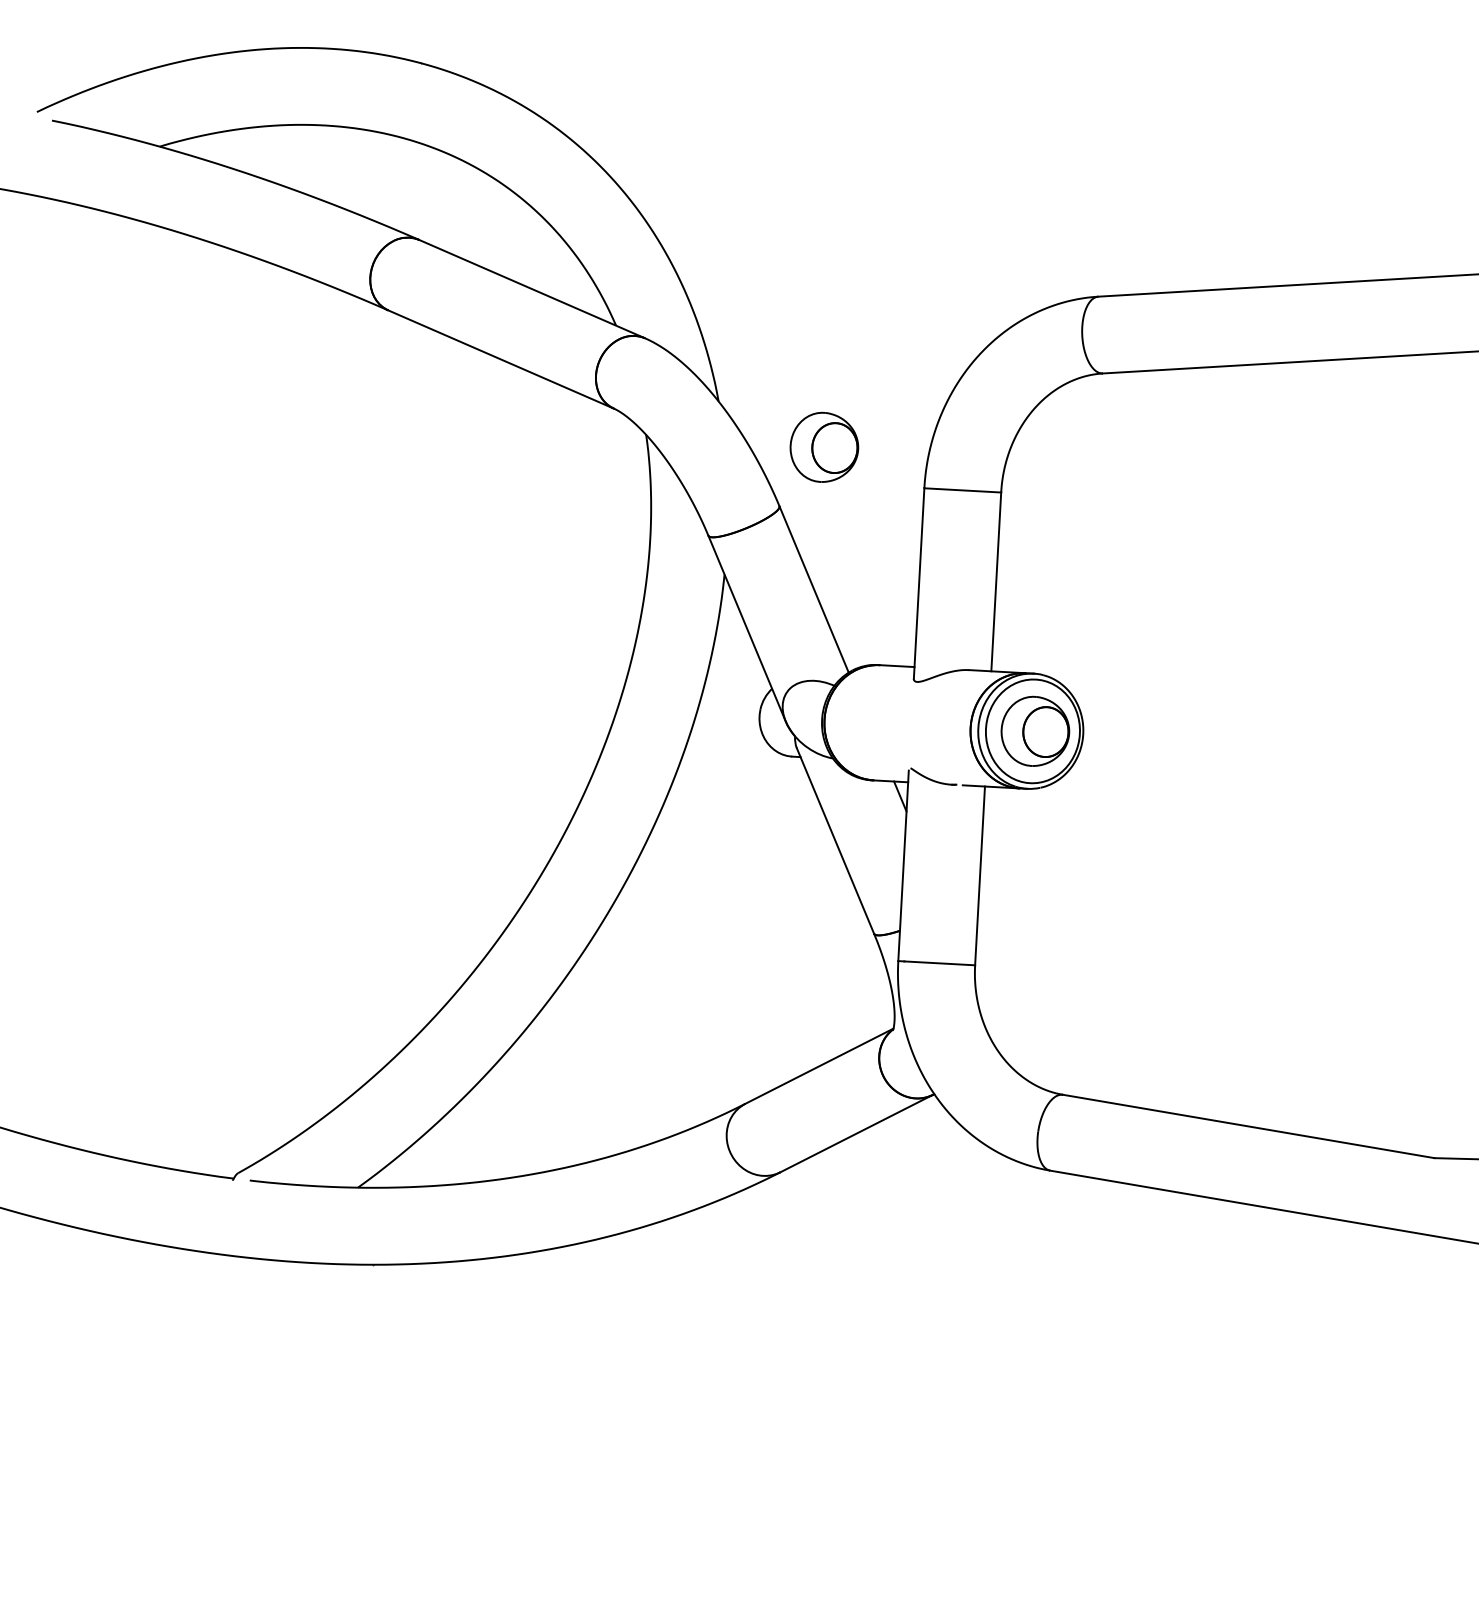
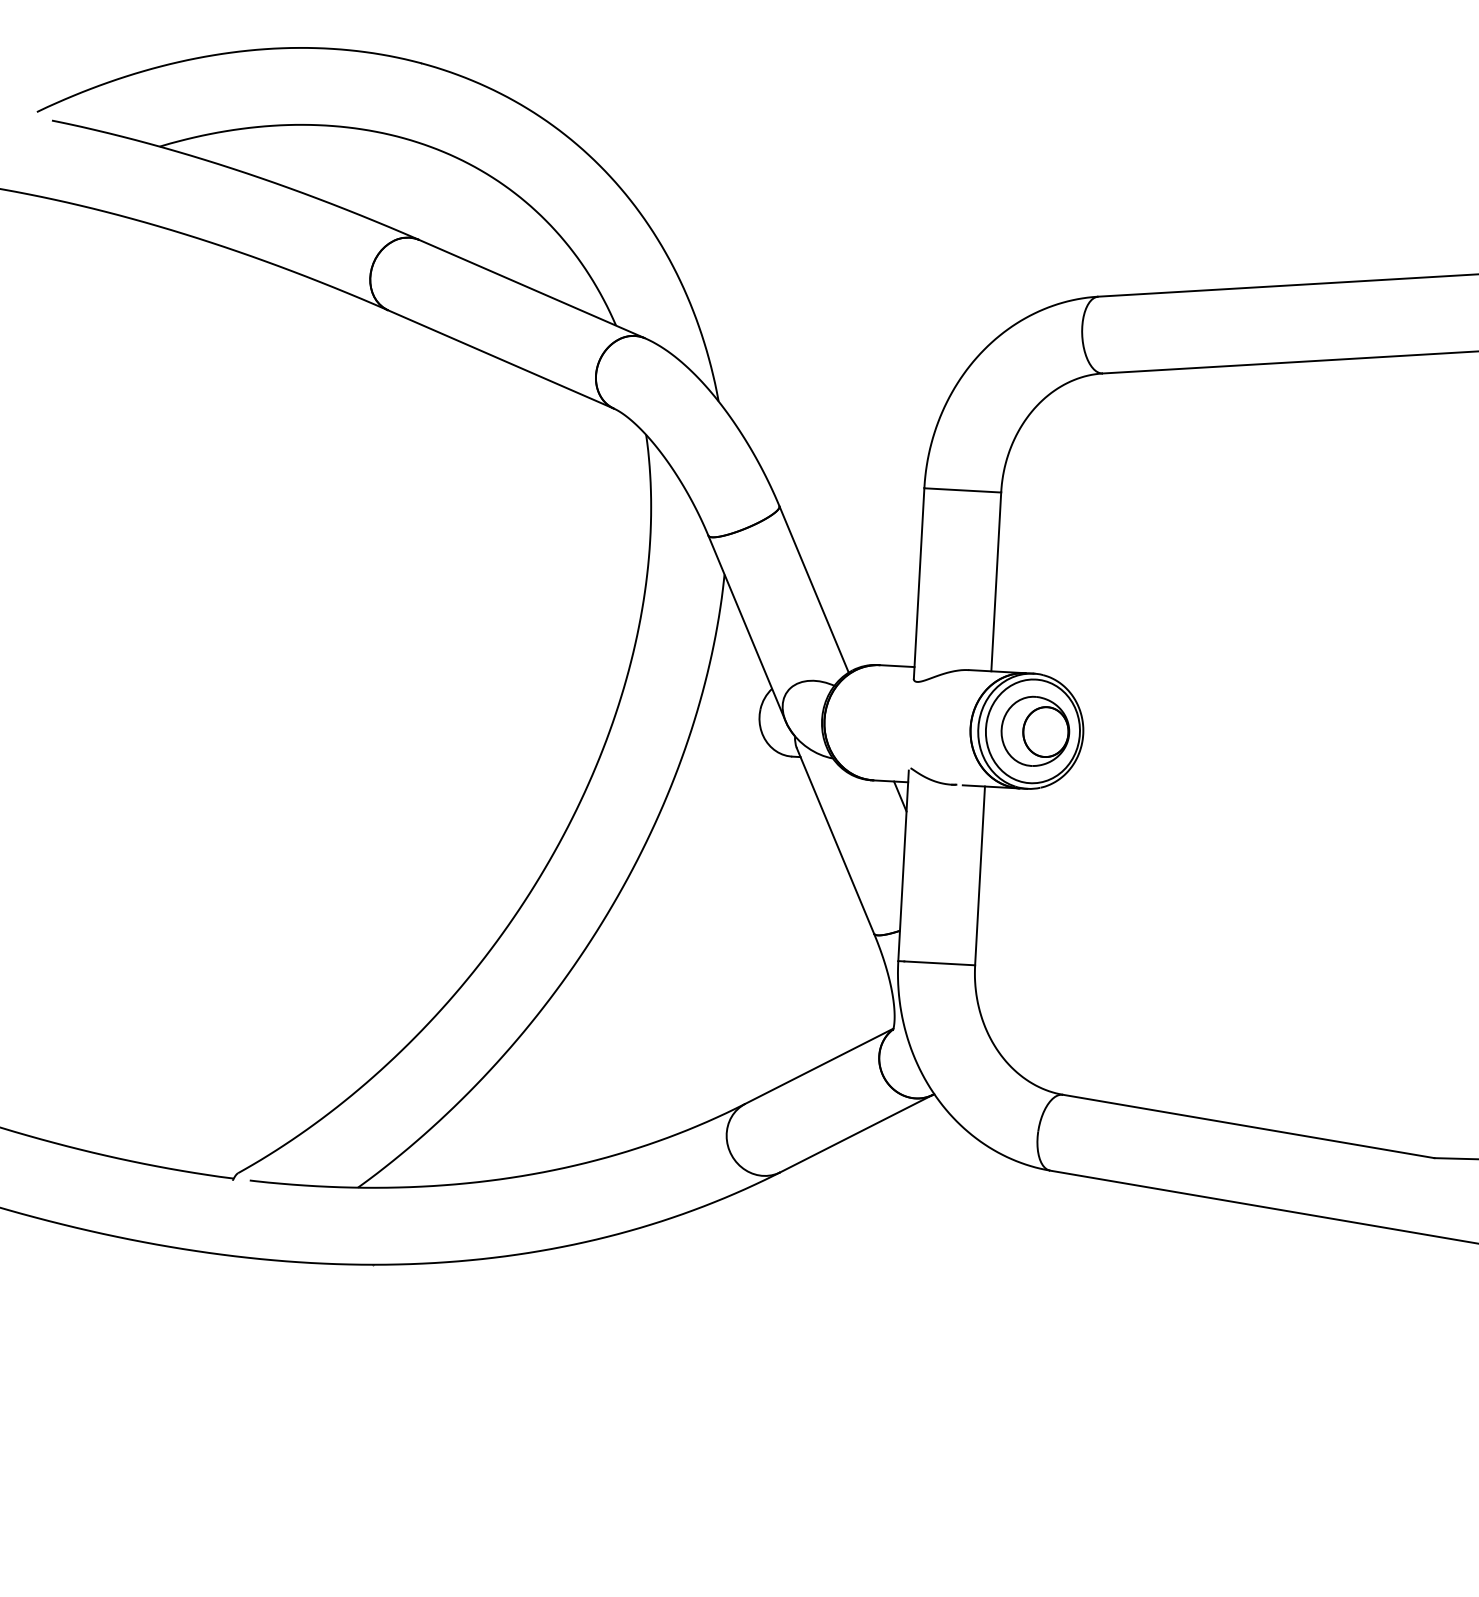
part at (824, 446): present -> none
